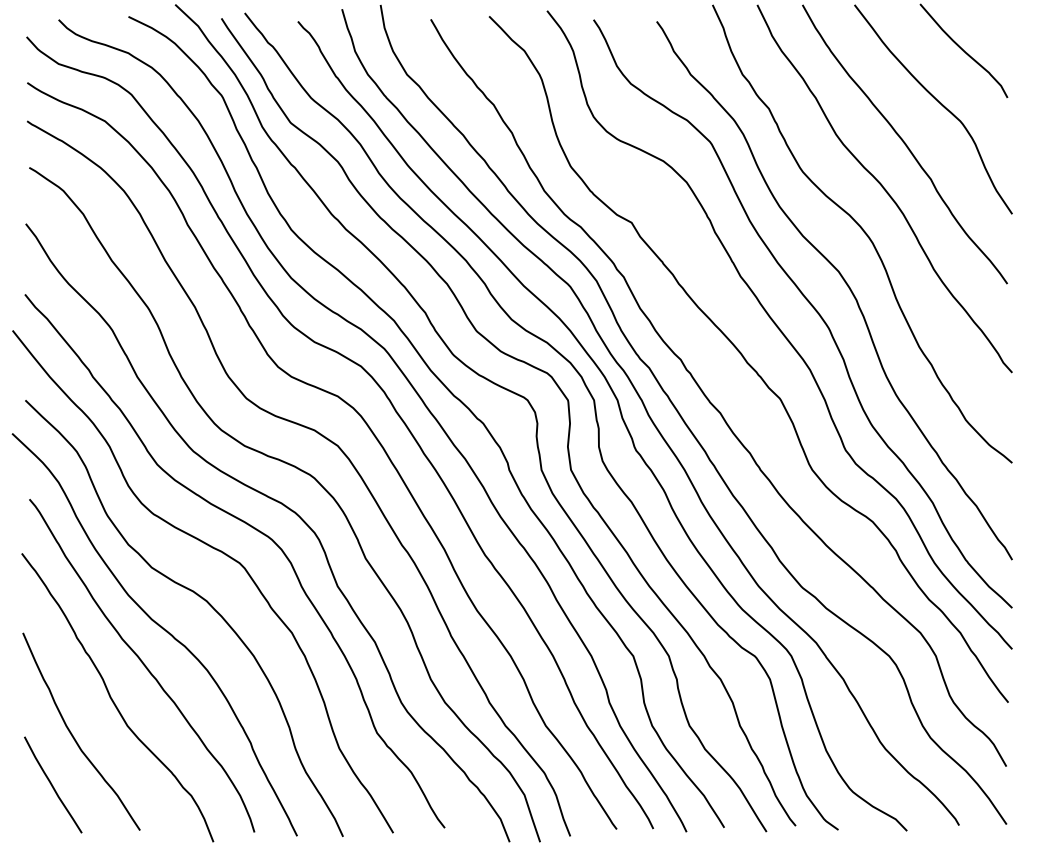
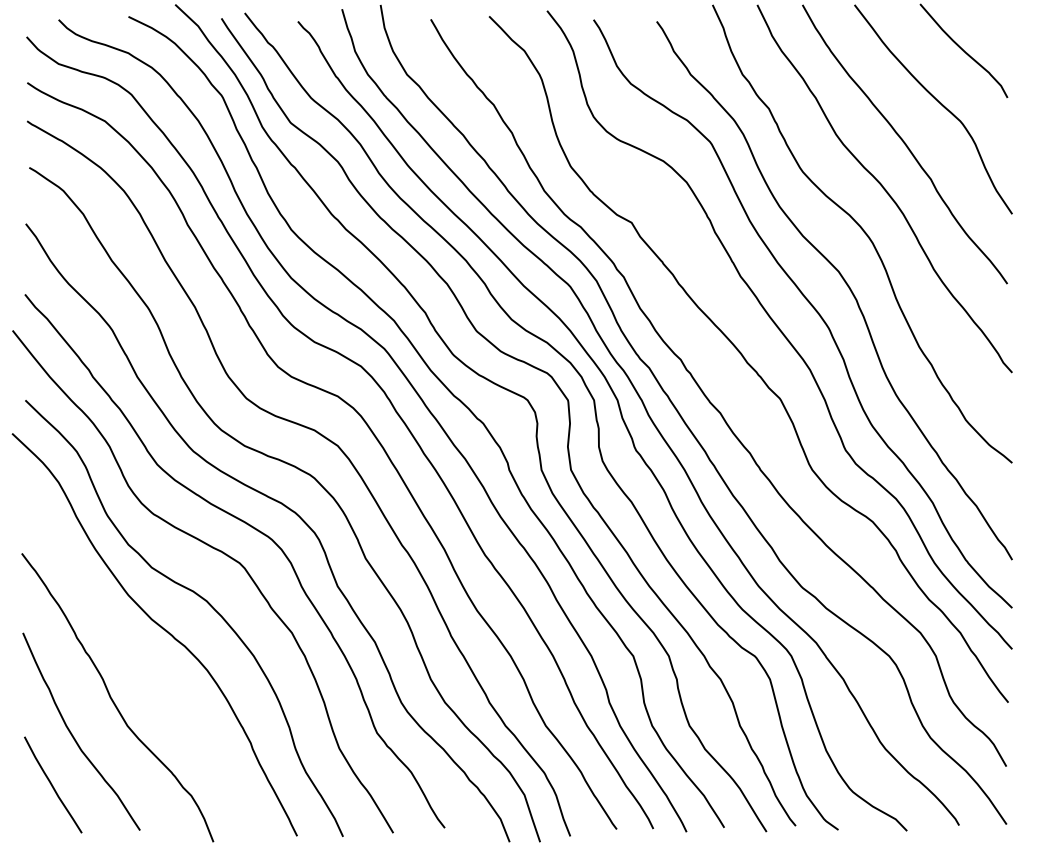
curve at (142, 664): present -> none
